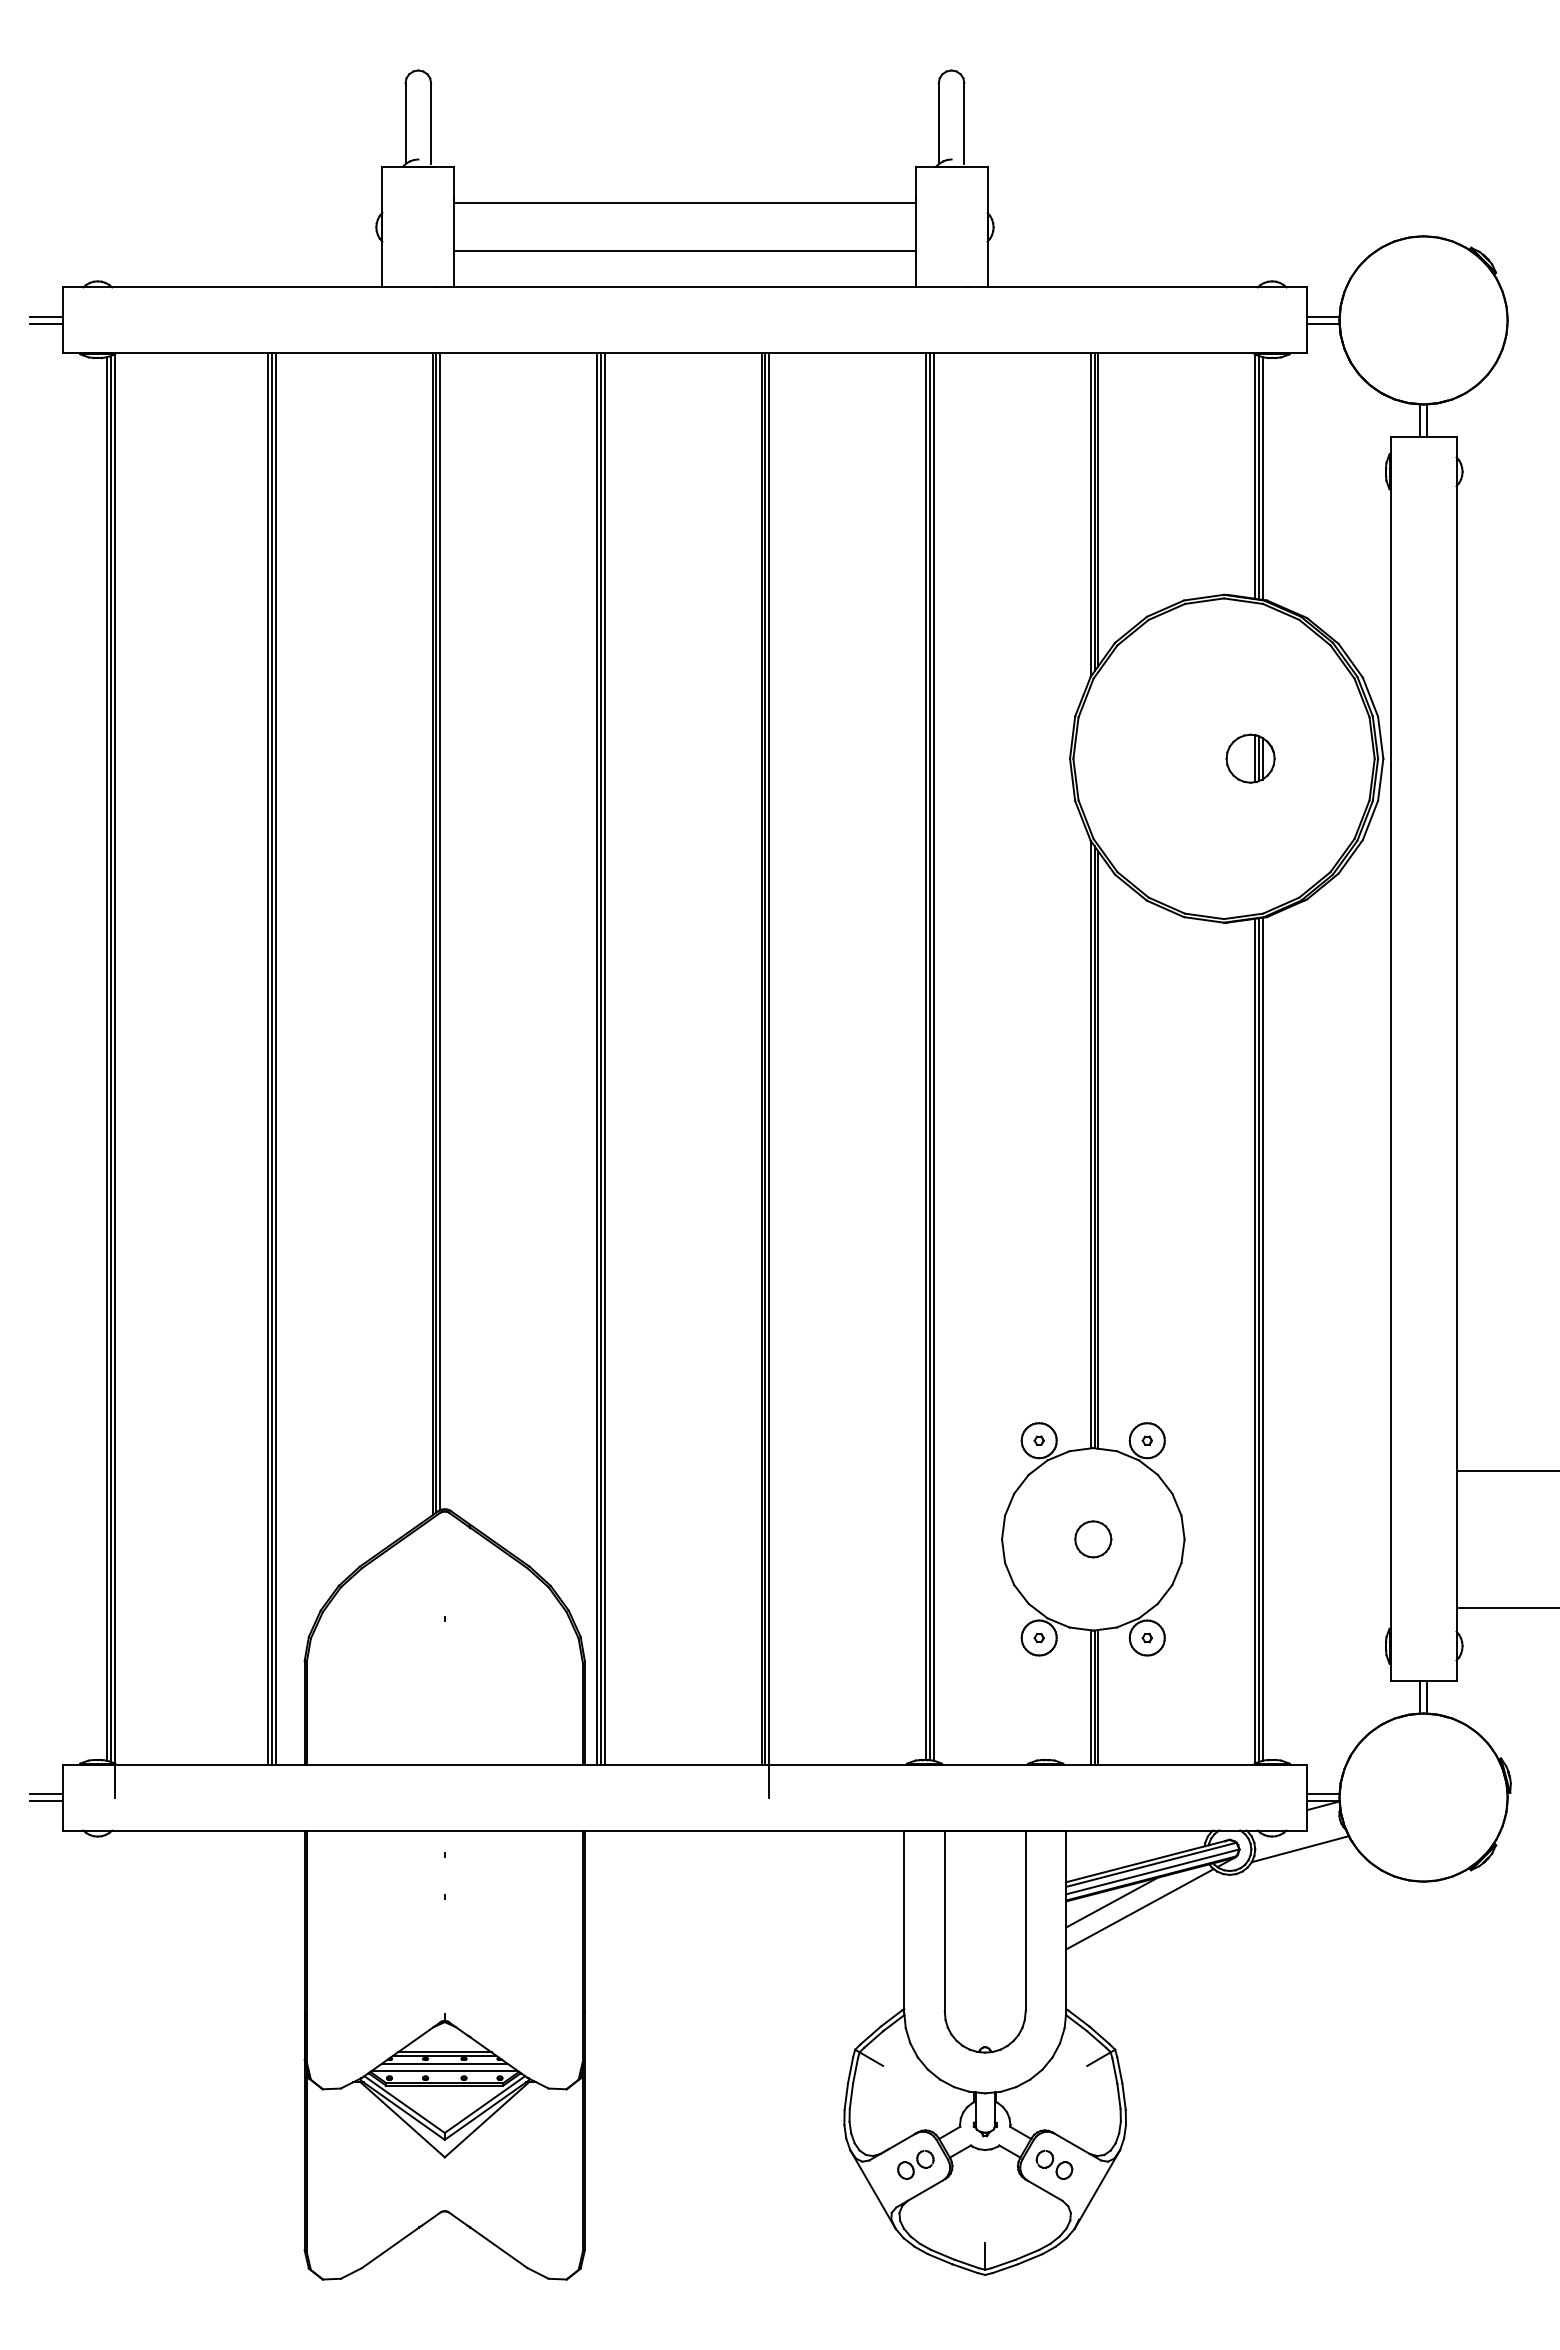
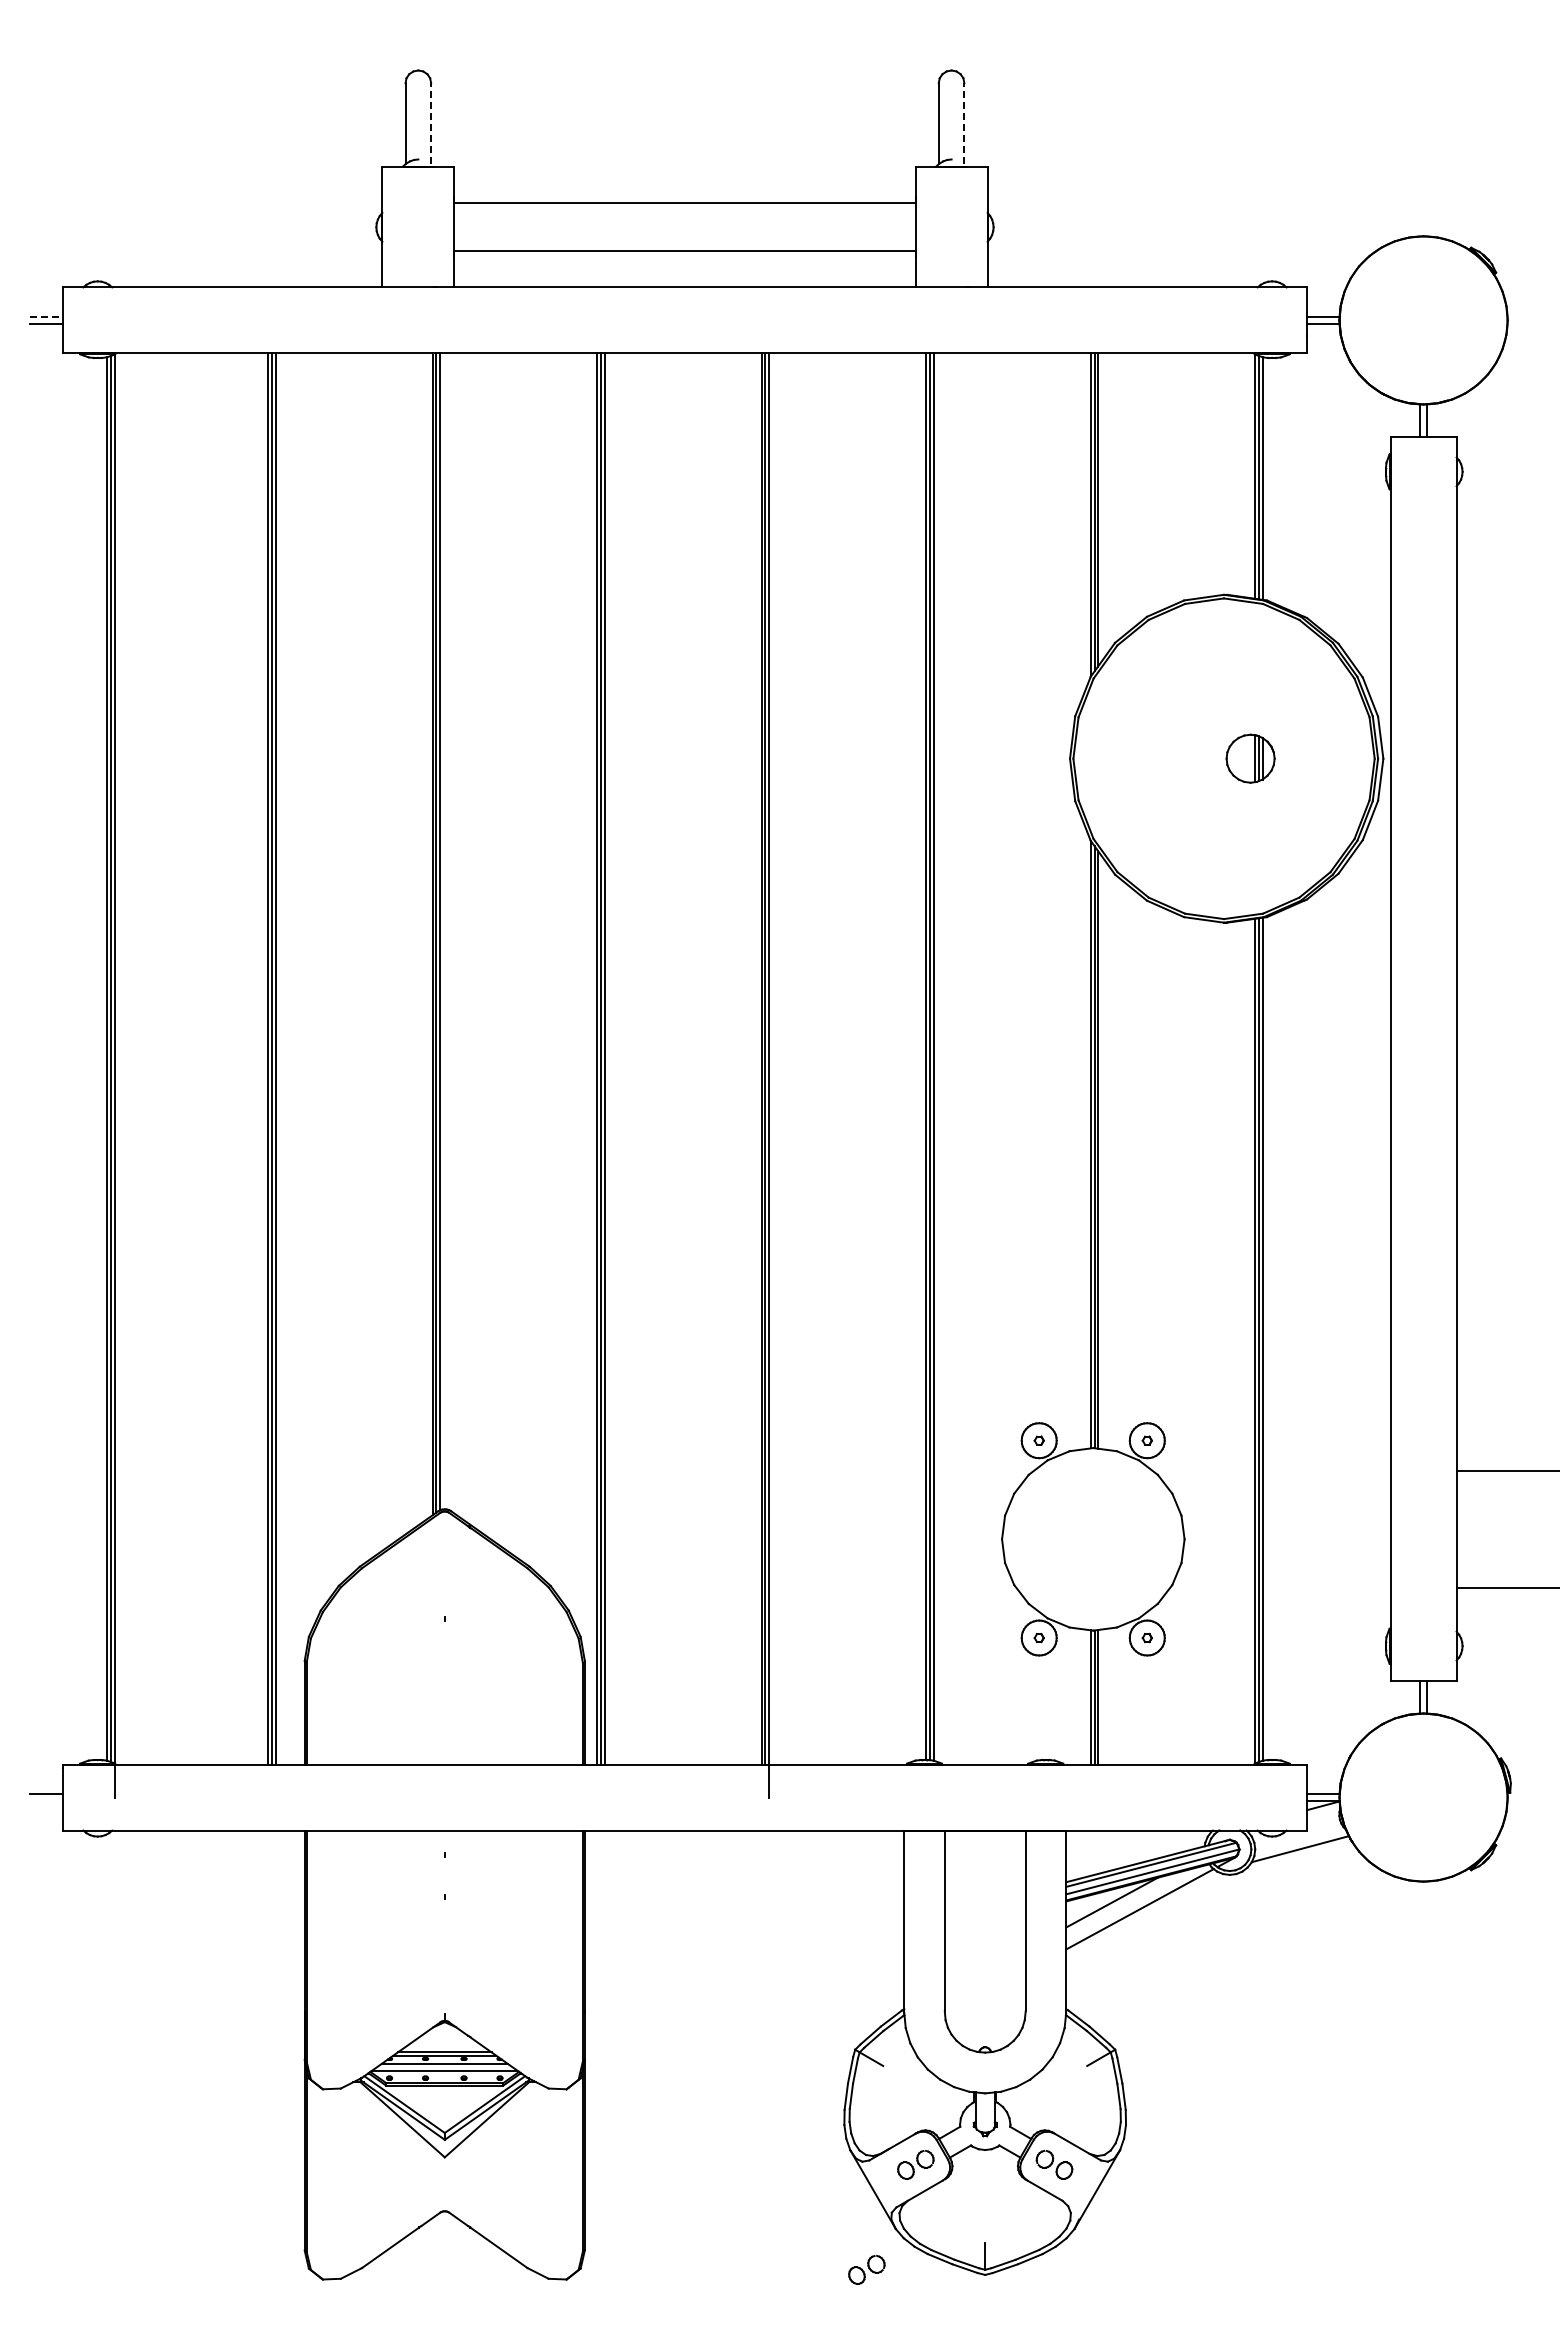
line at (431, 123): solid -> dashed
line at (964, 123): solid -> dashed
line at (47, 316): solid -> dashed
part at (1093, 1539): present -> none
line at (1506, 1608) position: (1506, 1608) -> (1506, 1588)
line at (46, 1801): present -> none
part at (866, 2269): none -> present
